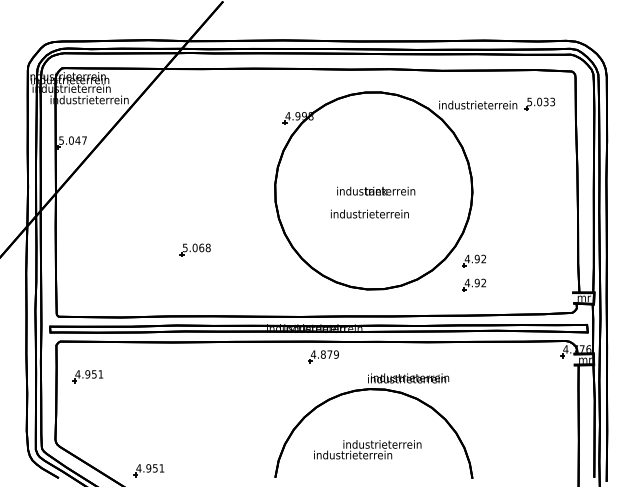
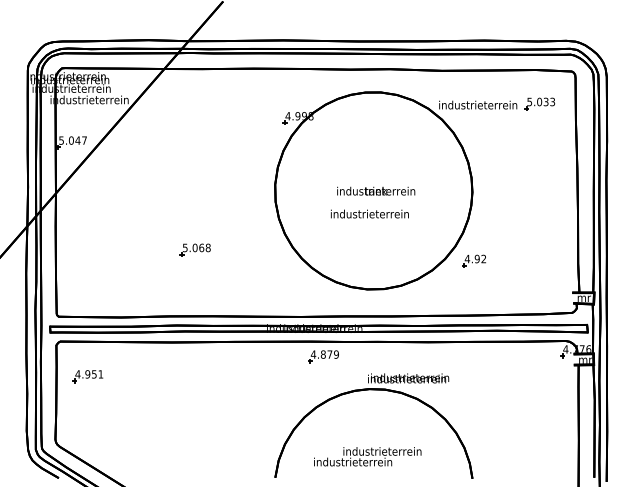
part at (473, 284): present -> none
text at (367, 449) position: (367, 449) -> (367, 456)
part at (148, 470): present -> none
